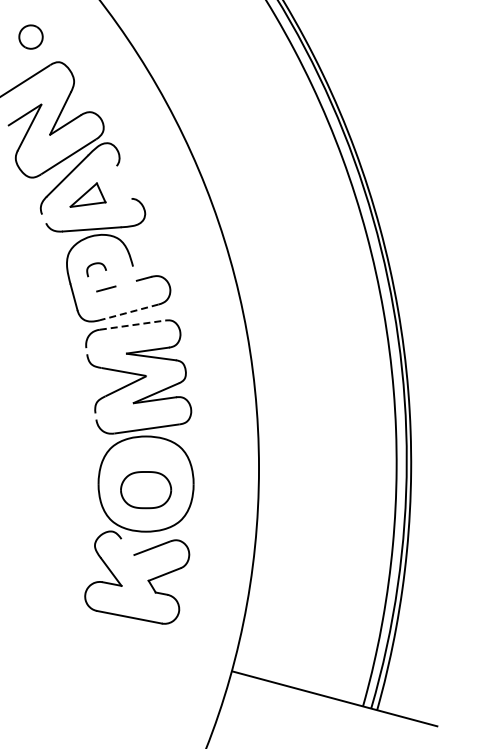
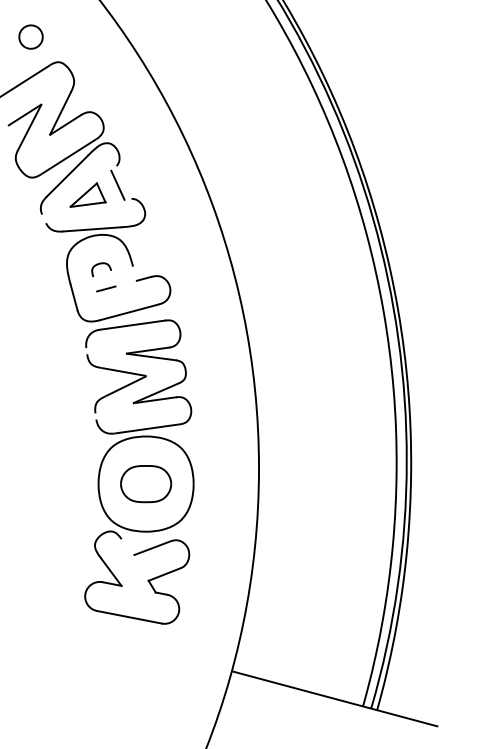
line at (117, 184): none -> present
curve at (96, 264) position: (96, 264) -> (101, 264)
line at (128, 312): dashed -> solid
line at (133, 325): dashed -> solid
part at (146, 490) position: (146, 490) -> (146, 484)
